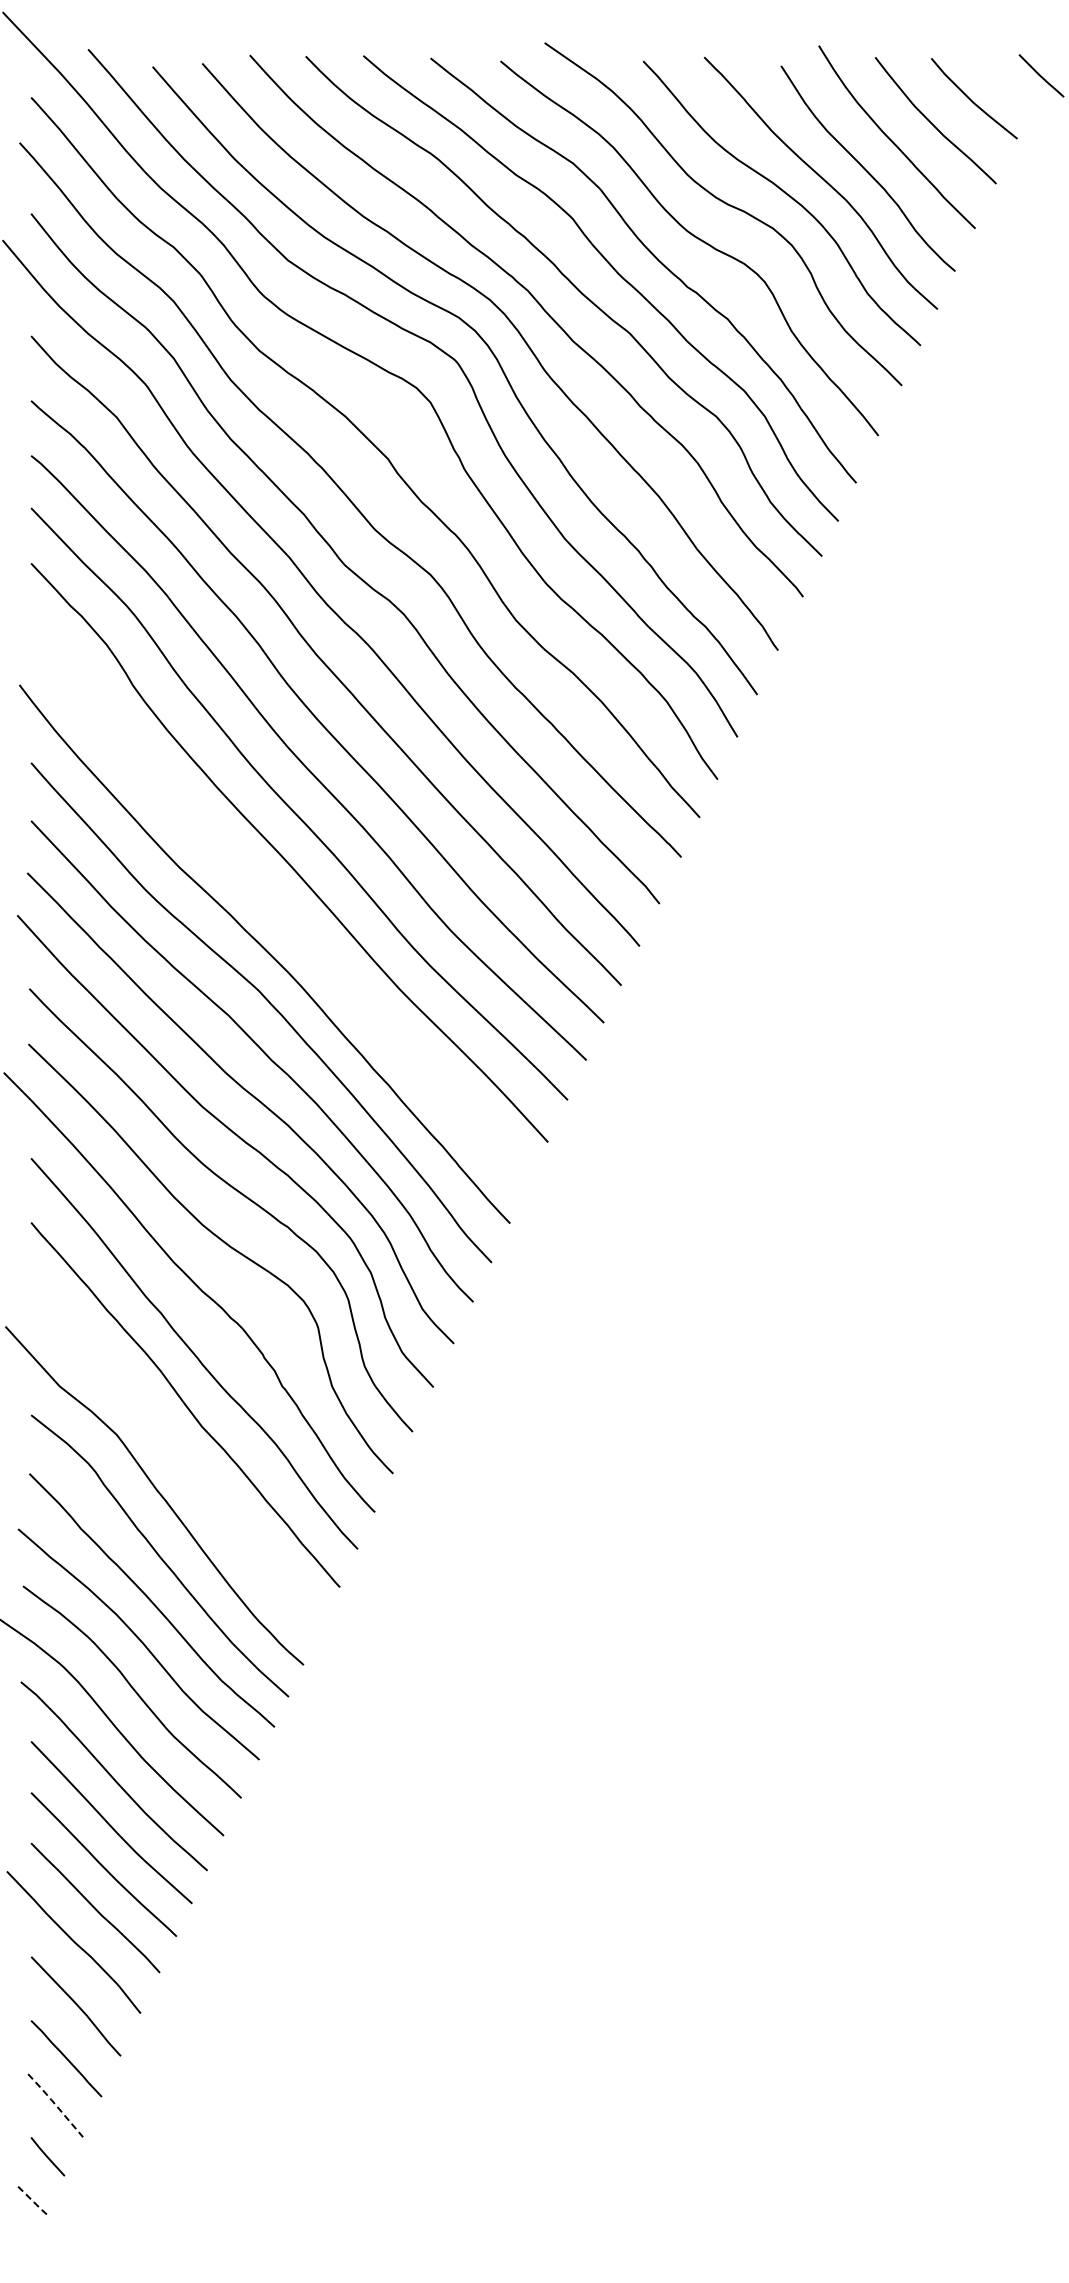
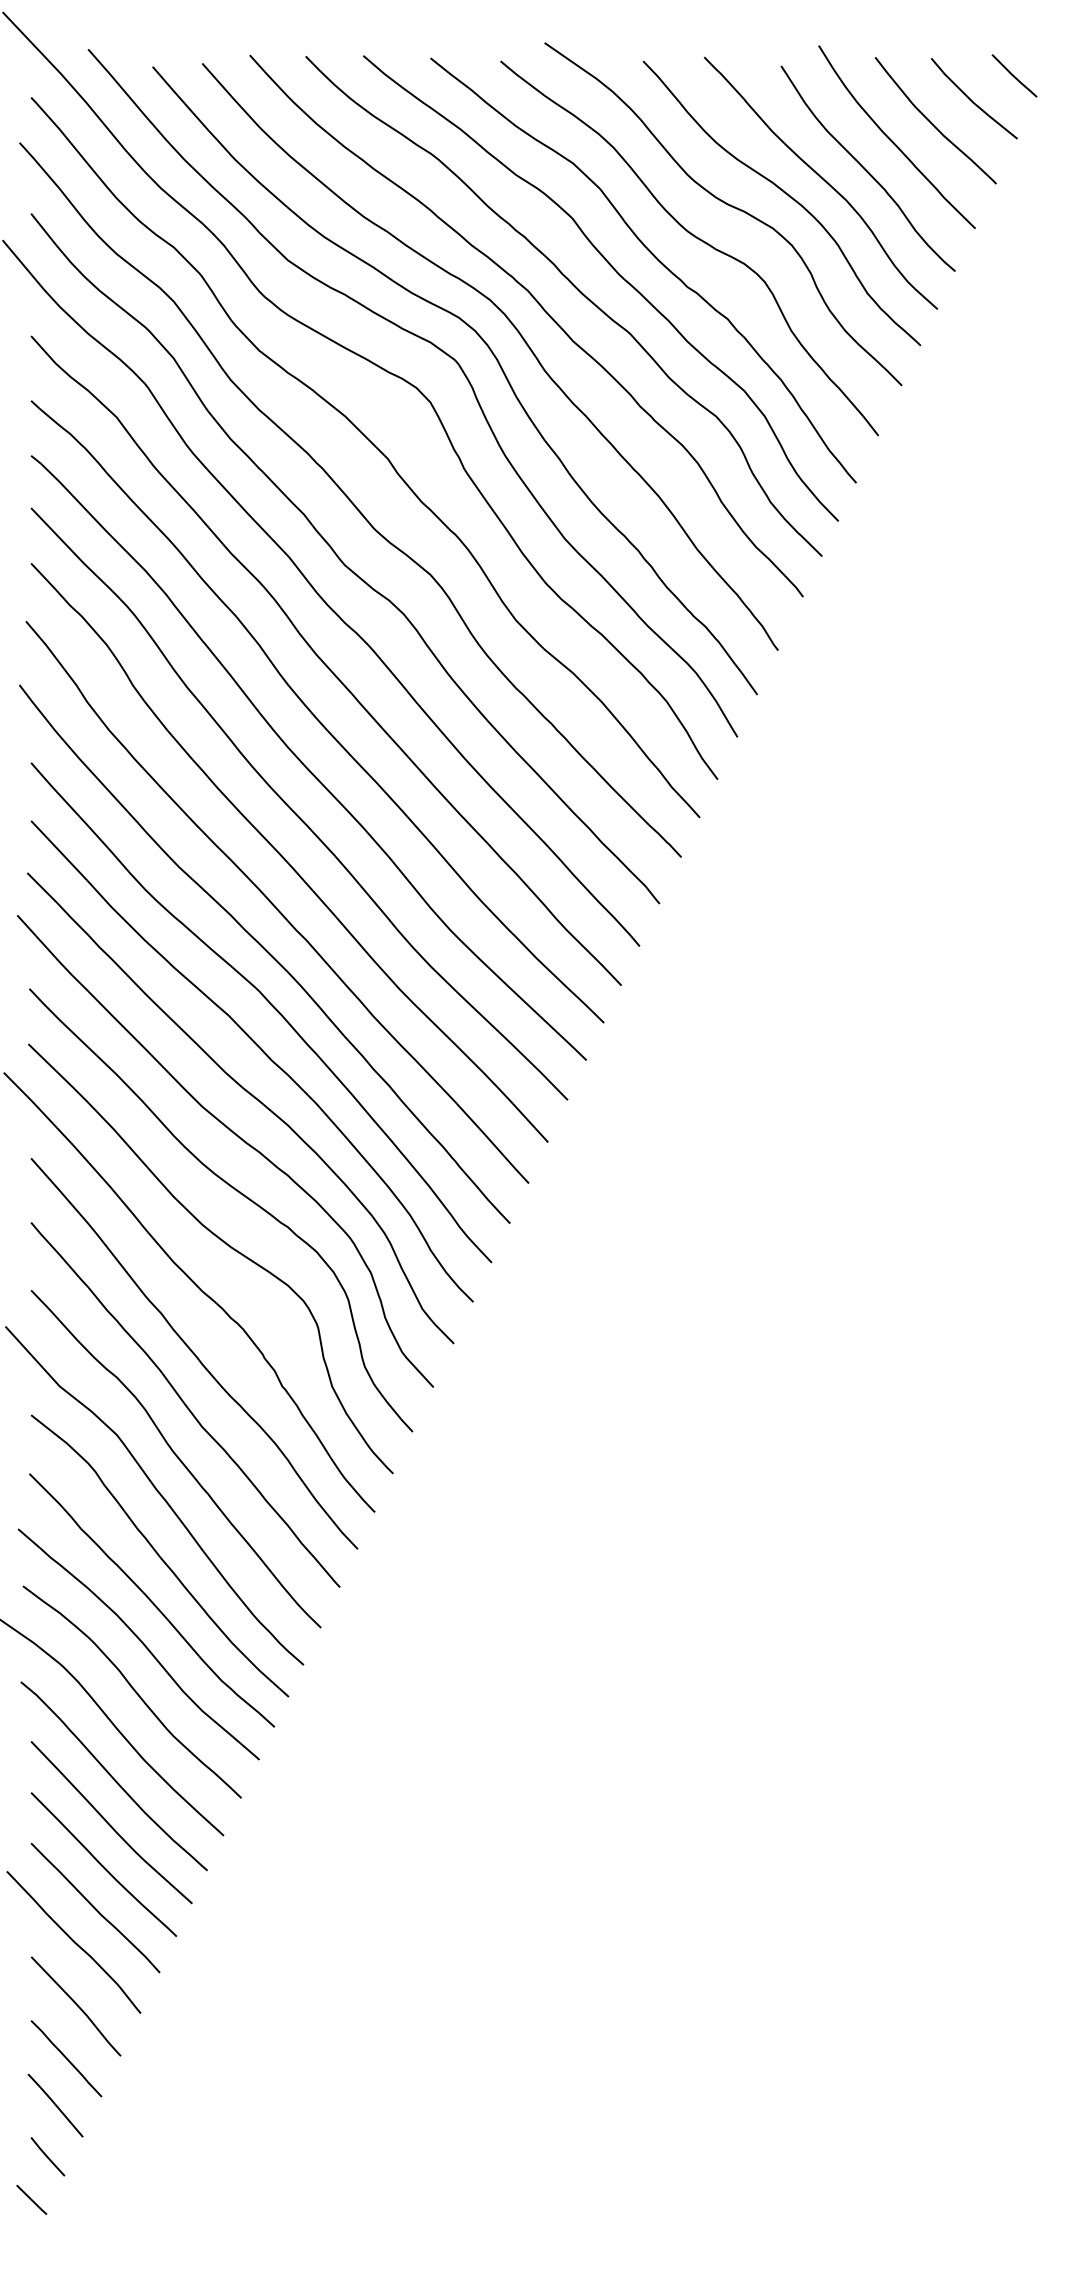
line at (1041, 75) position: (1041, 75) -> (1014, 75)
curve at (274, 904): none -> present
curve at (176, 1457): none -> present
line at (55, 2104): dashed -> solid
line at (32, 2200): dashed -> solid
